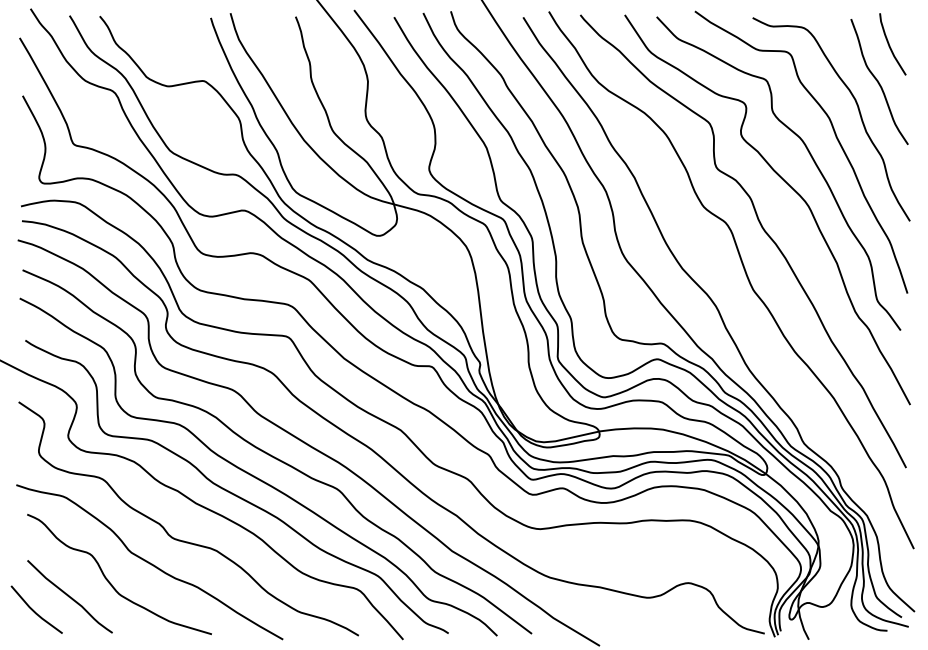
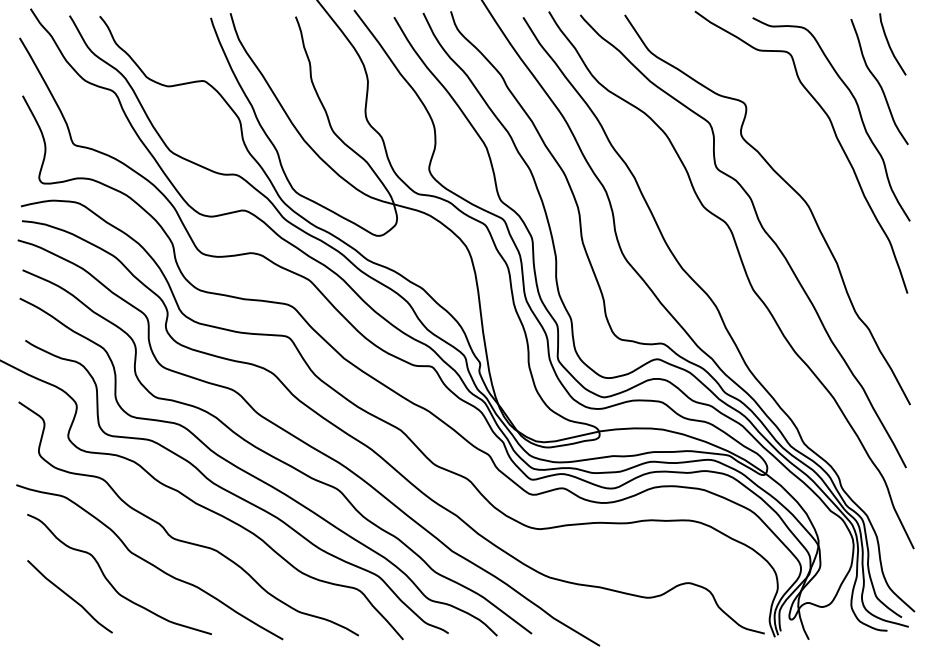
curve at (810, 156): present -> none
line at (34, 610): present -> none
